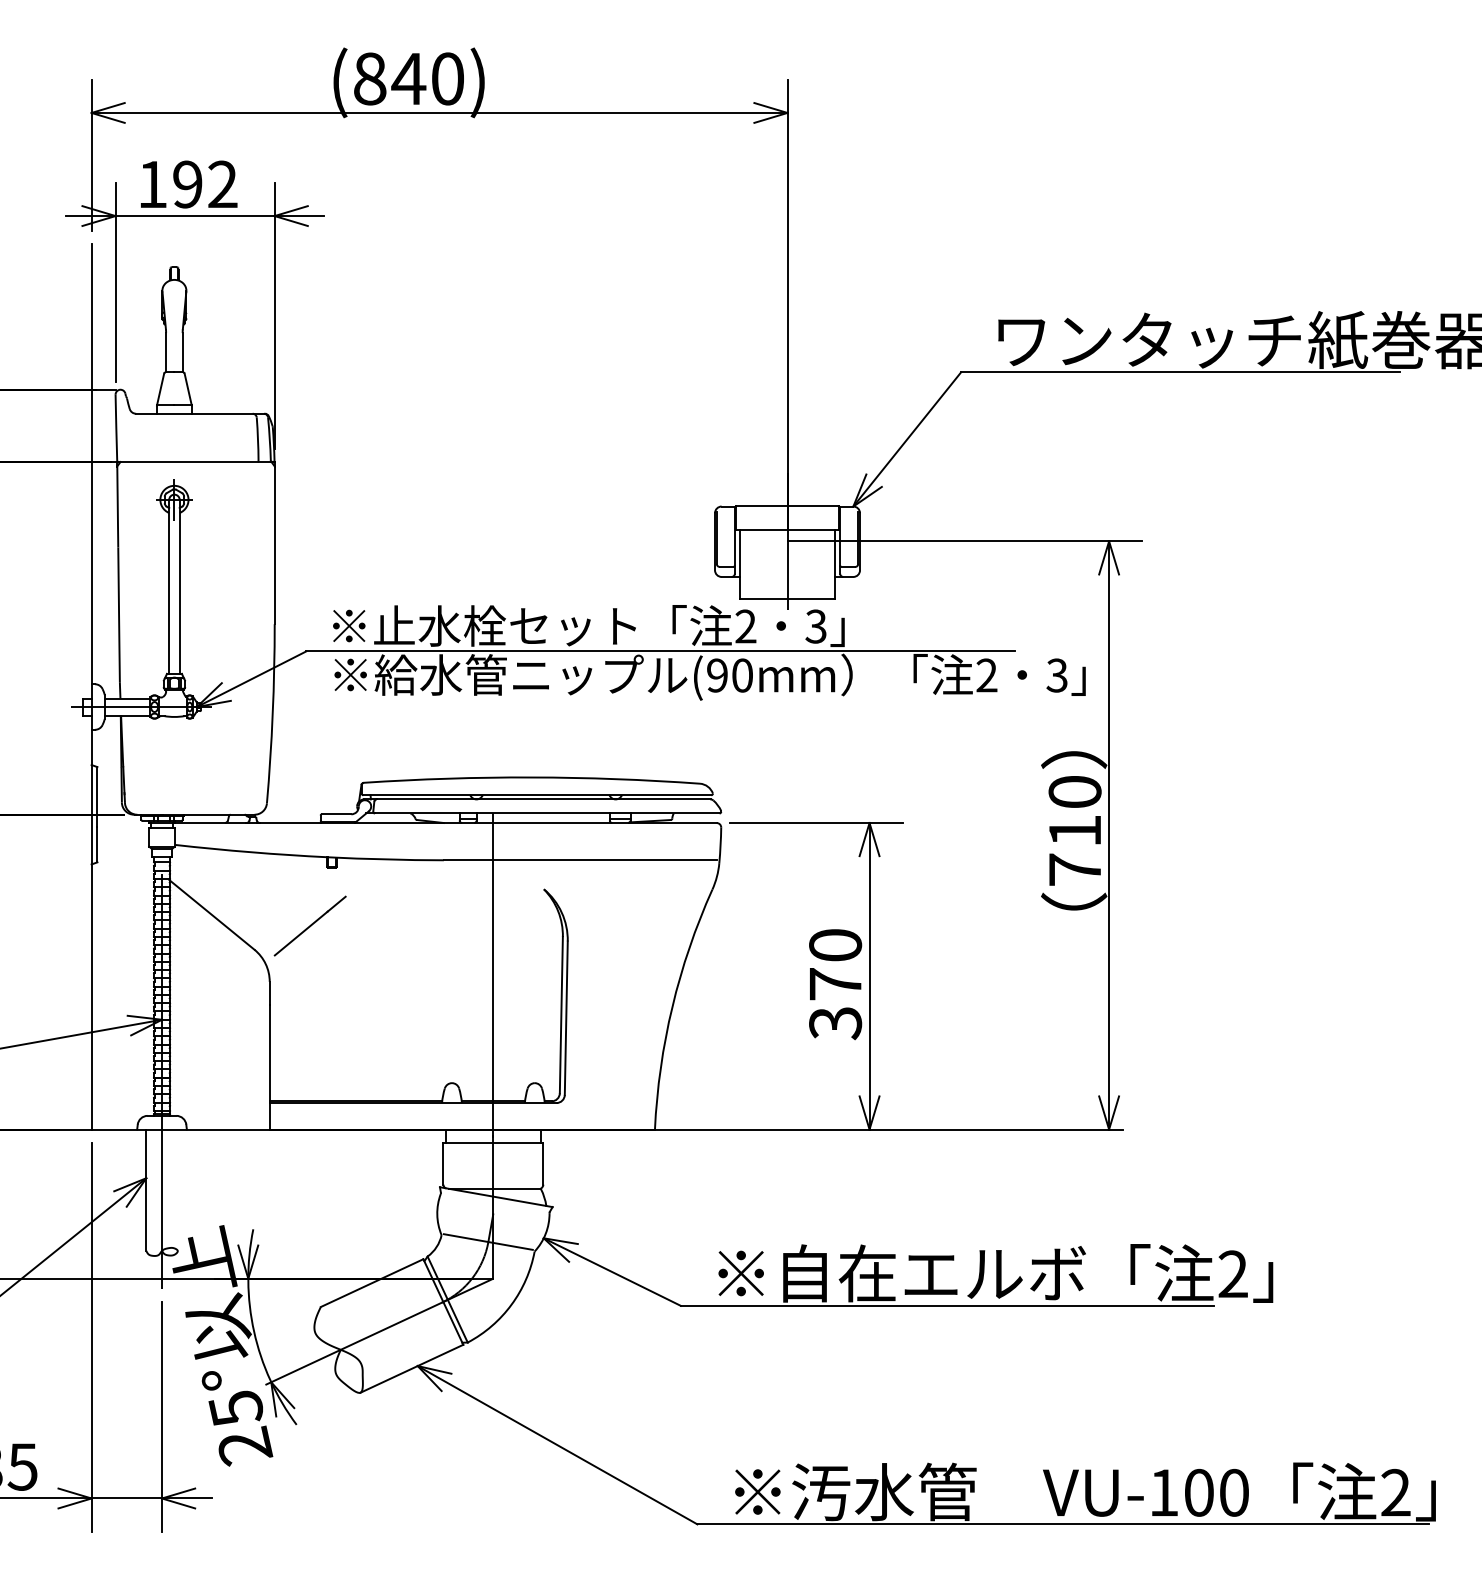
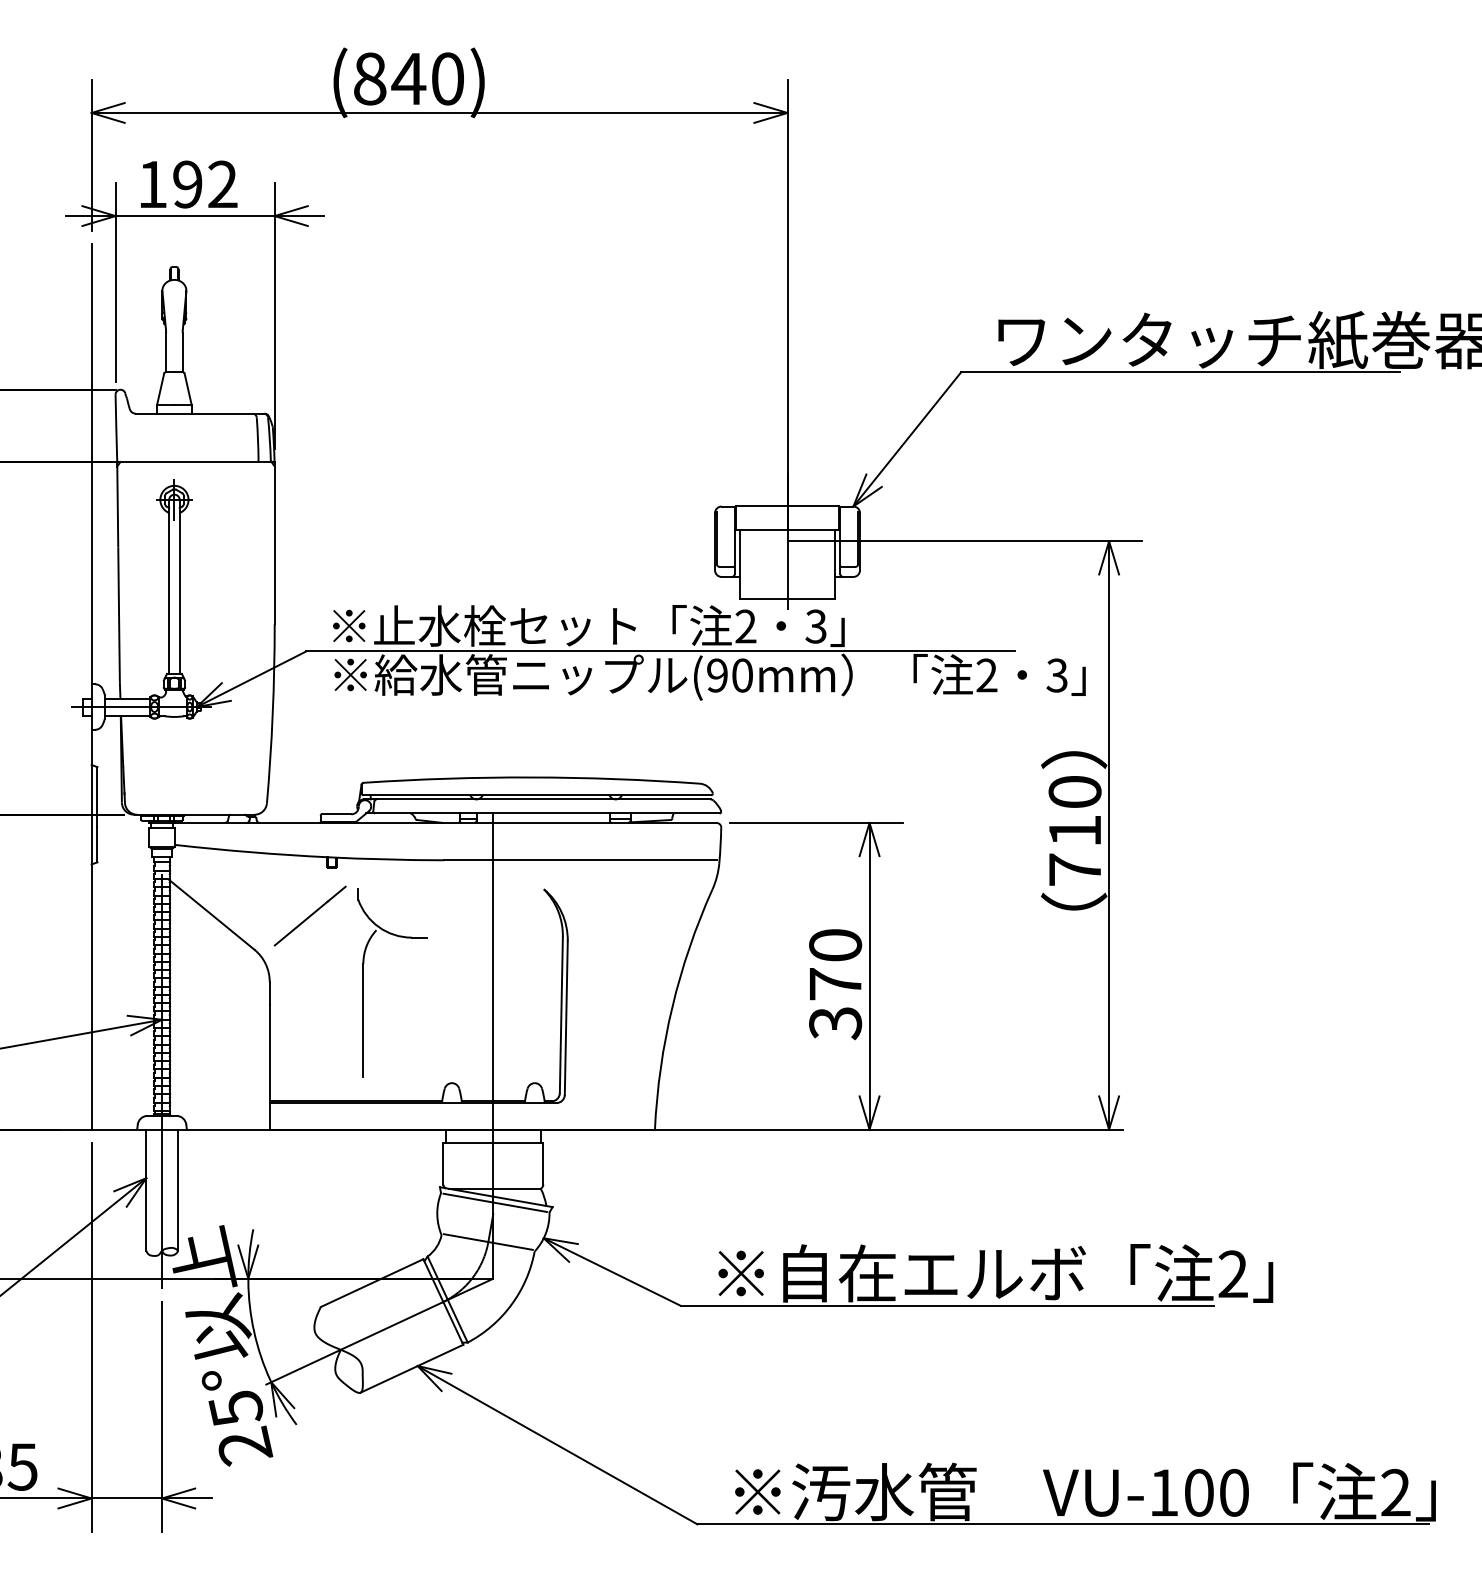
line at (309, 925) position: (309, 925) -> (309, 915)
part at (363, 982): none -> present
line at (177, 1189): none -> present
line at (494, 1202): none -> present
